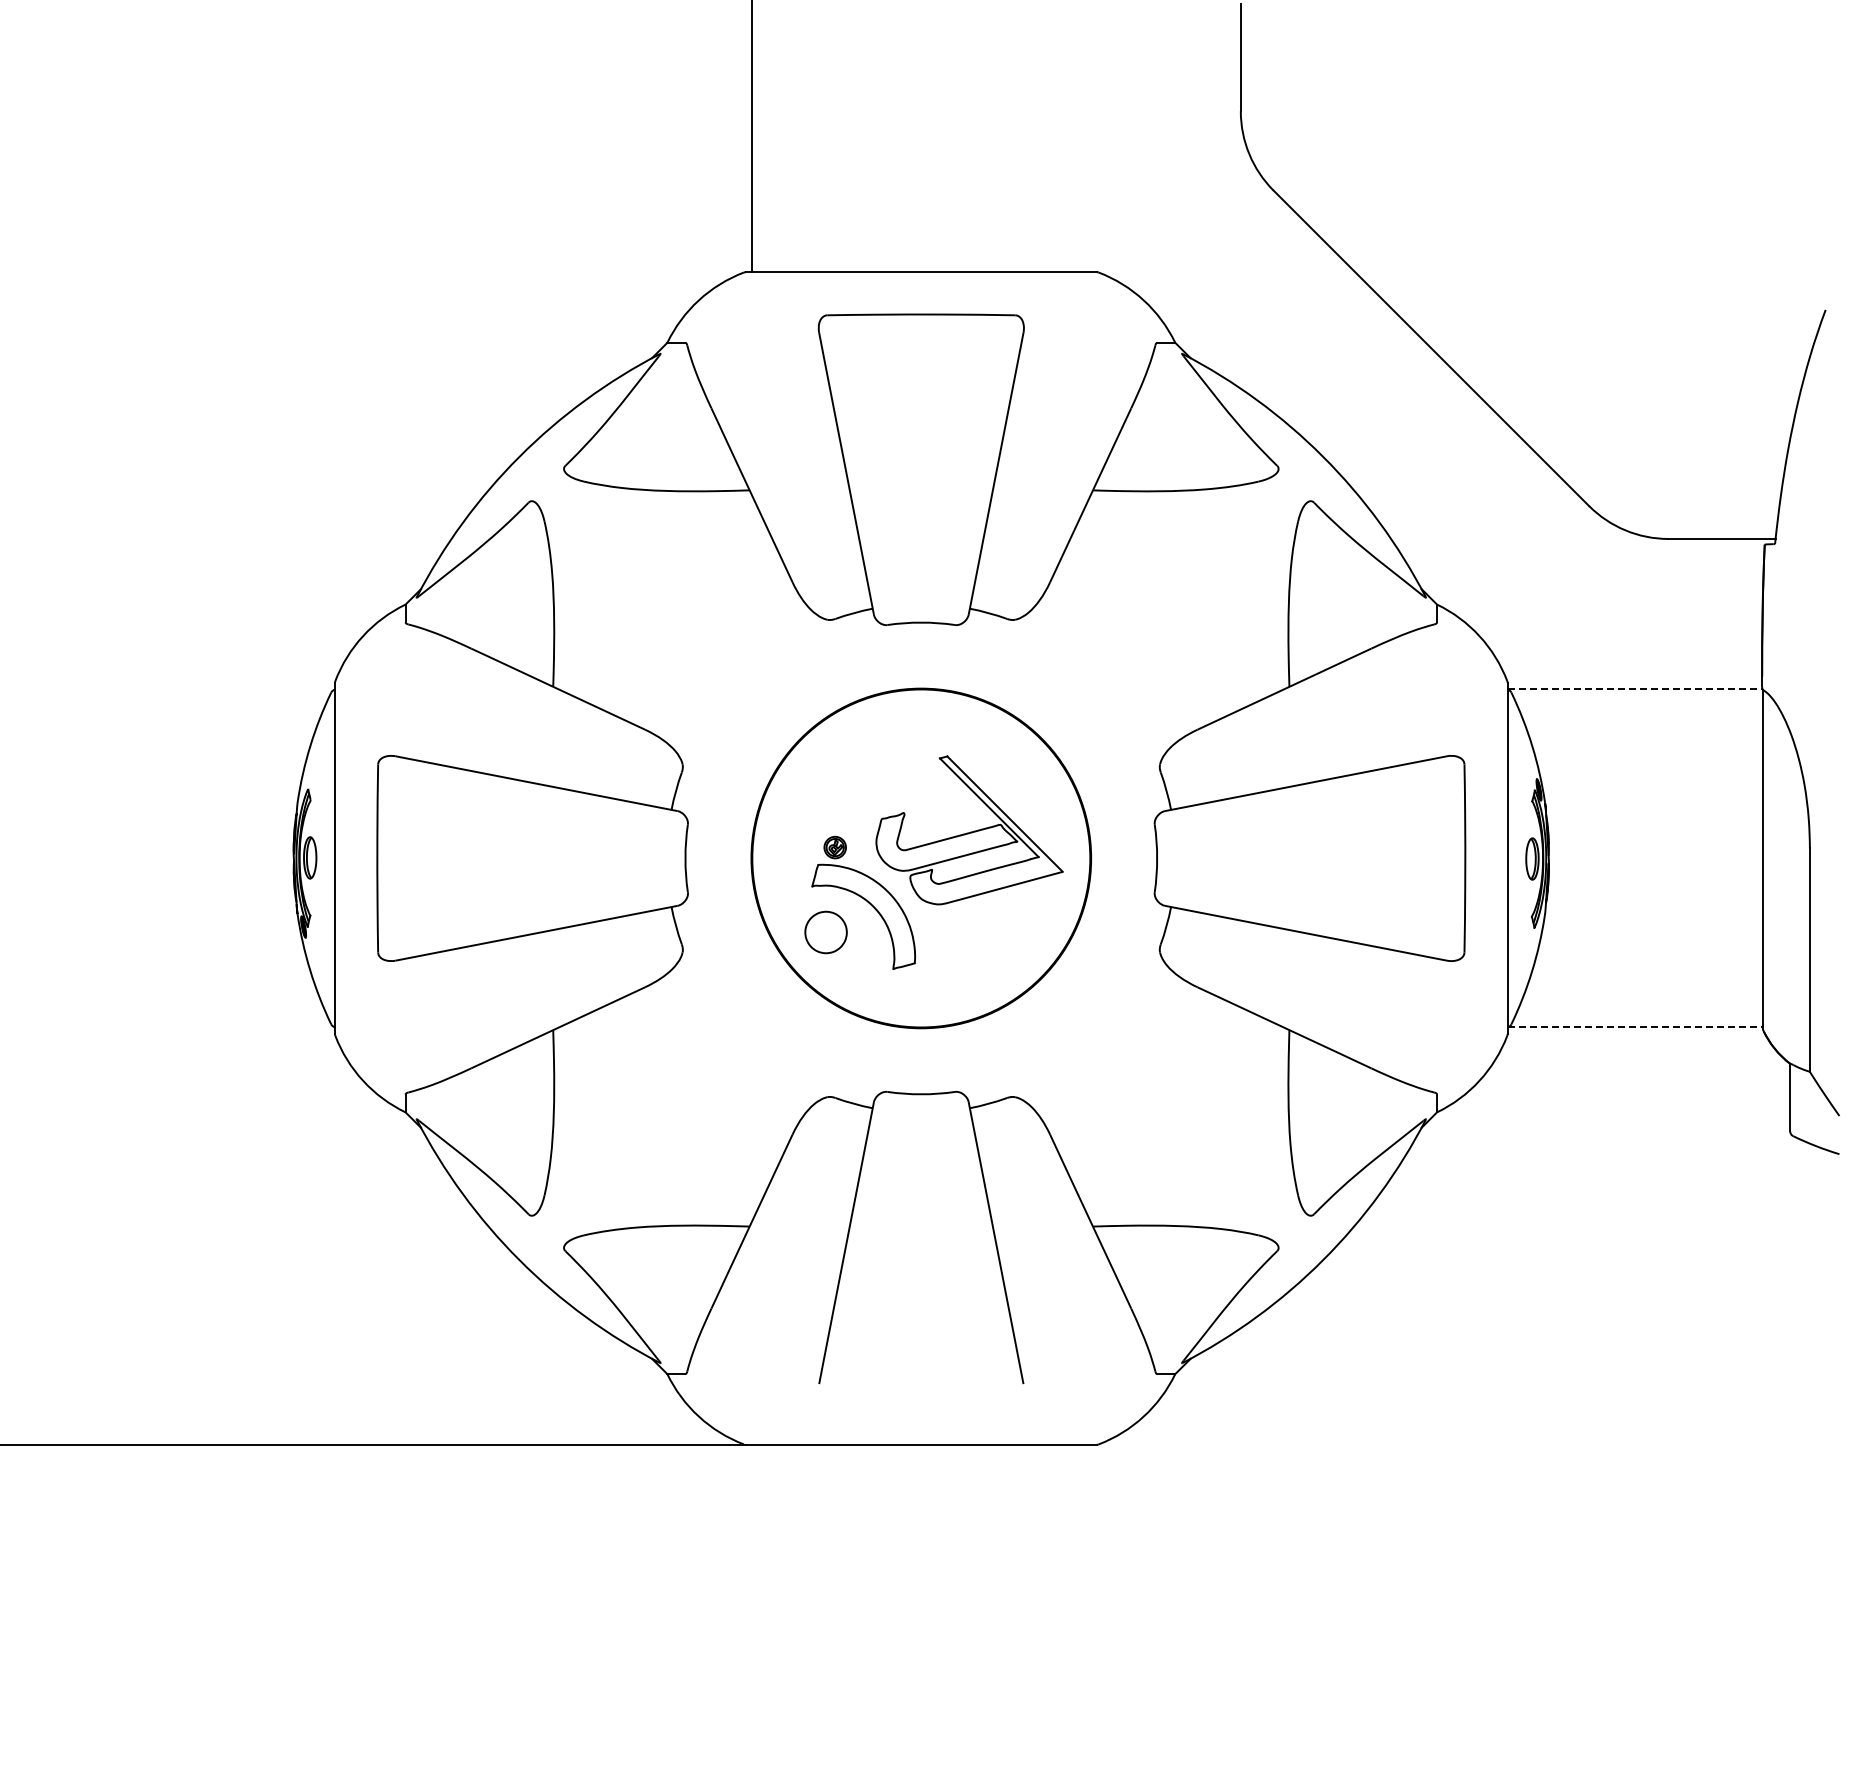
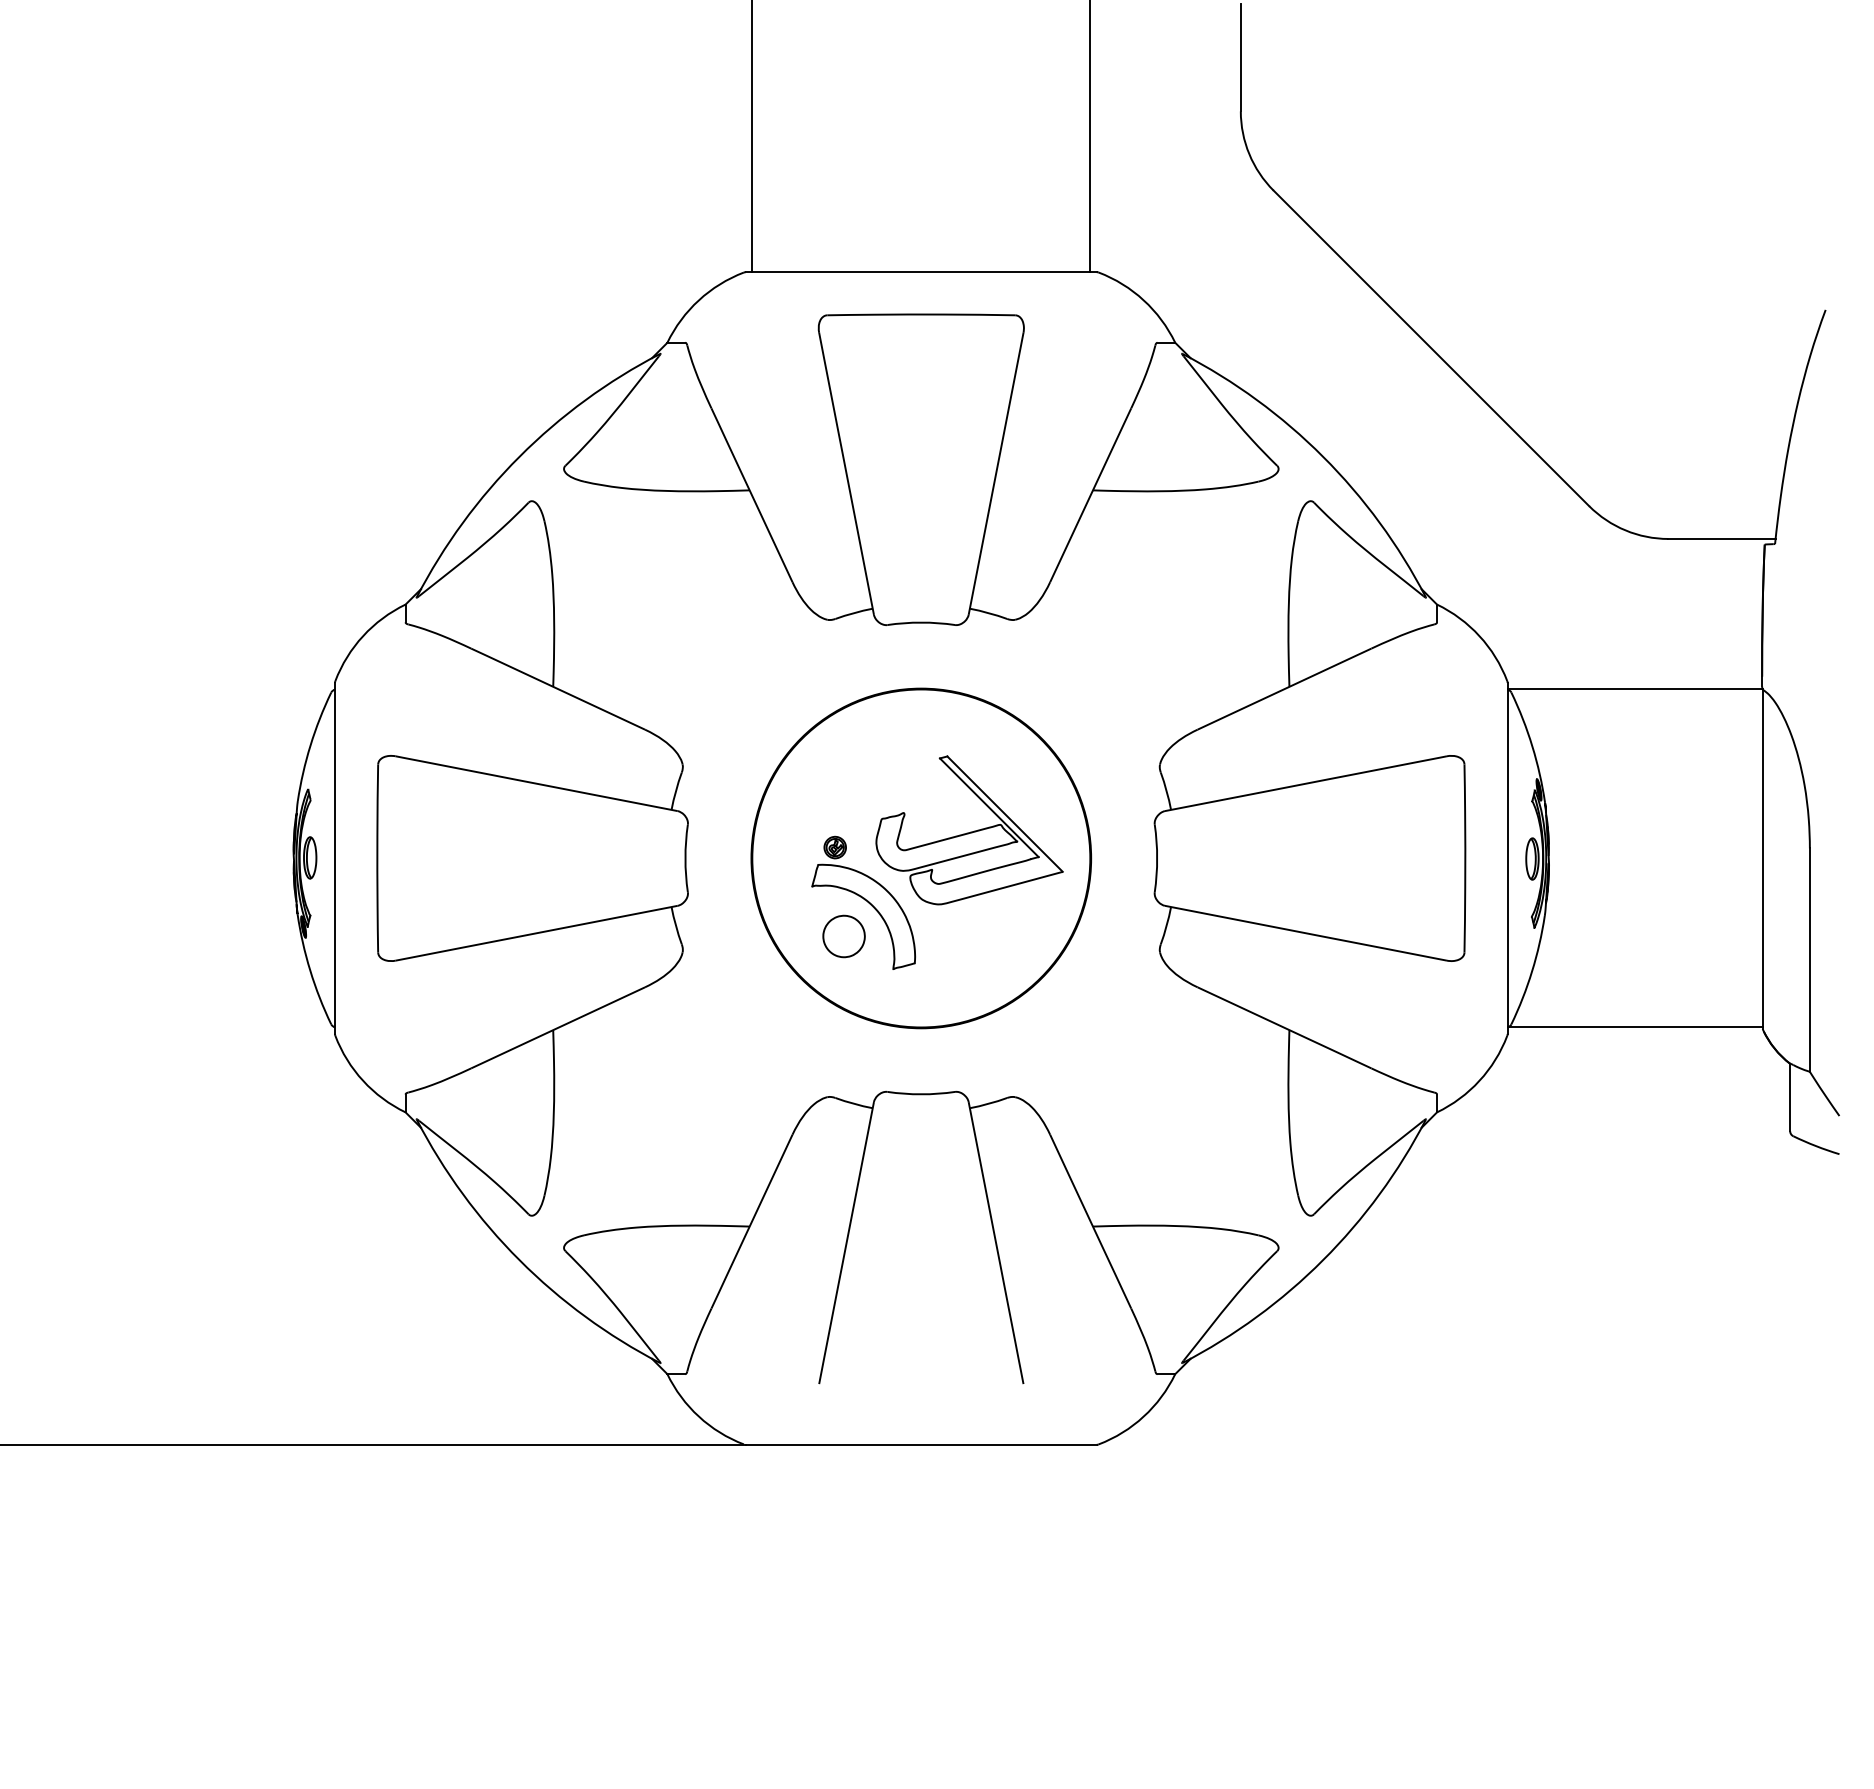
line at (1090, 137): none -> present
line at (1635, 689): dashed -> solid
part at (825, 932) position: (825, 932) -> (843, 936)
line at (1635, 1027): dashed -> solid
